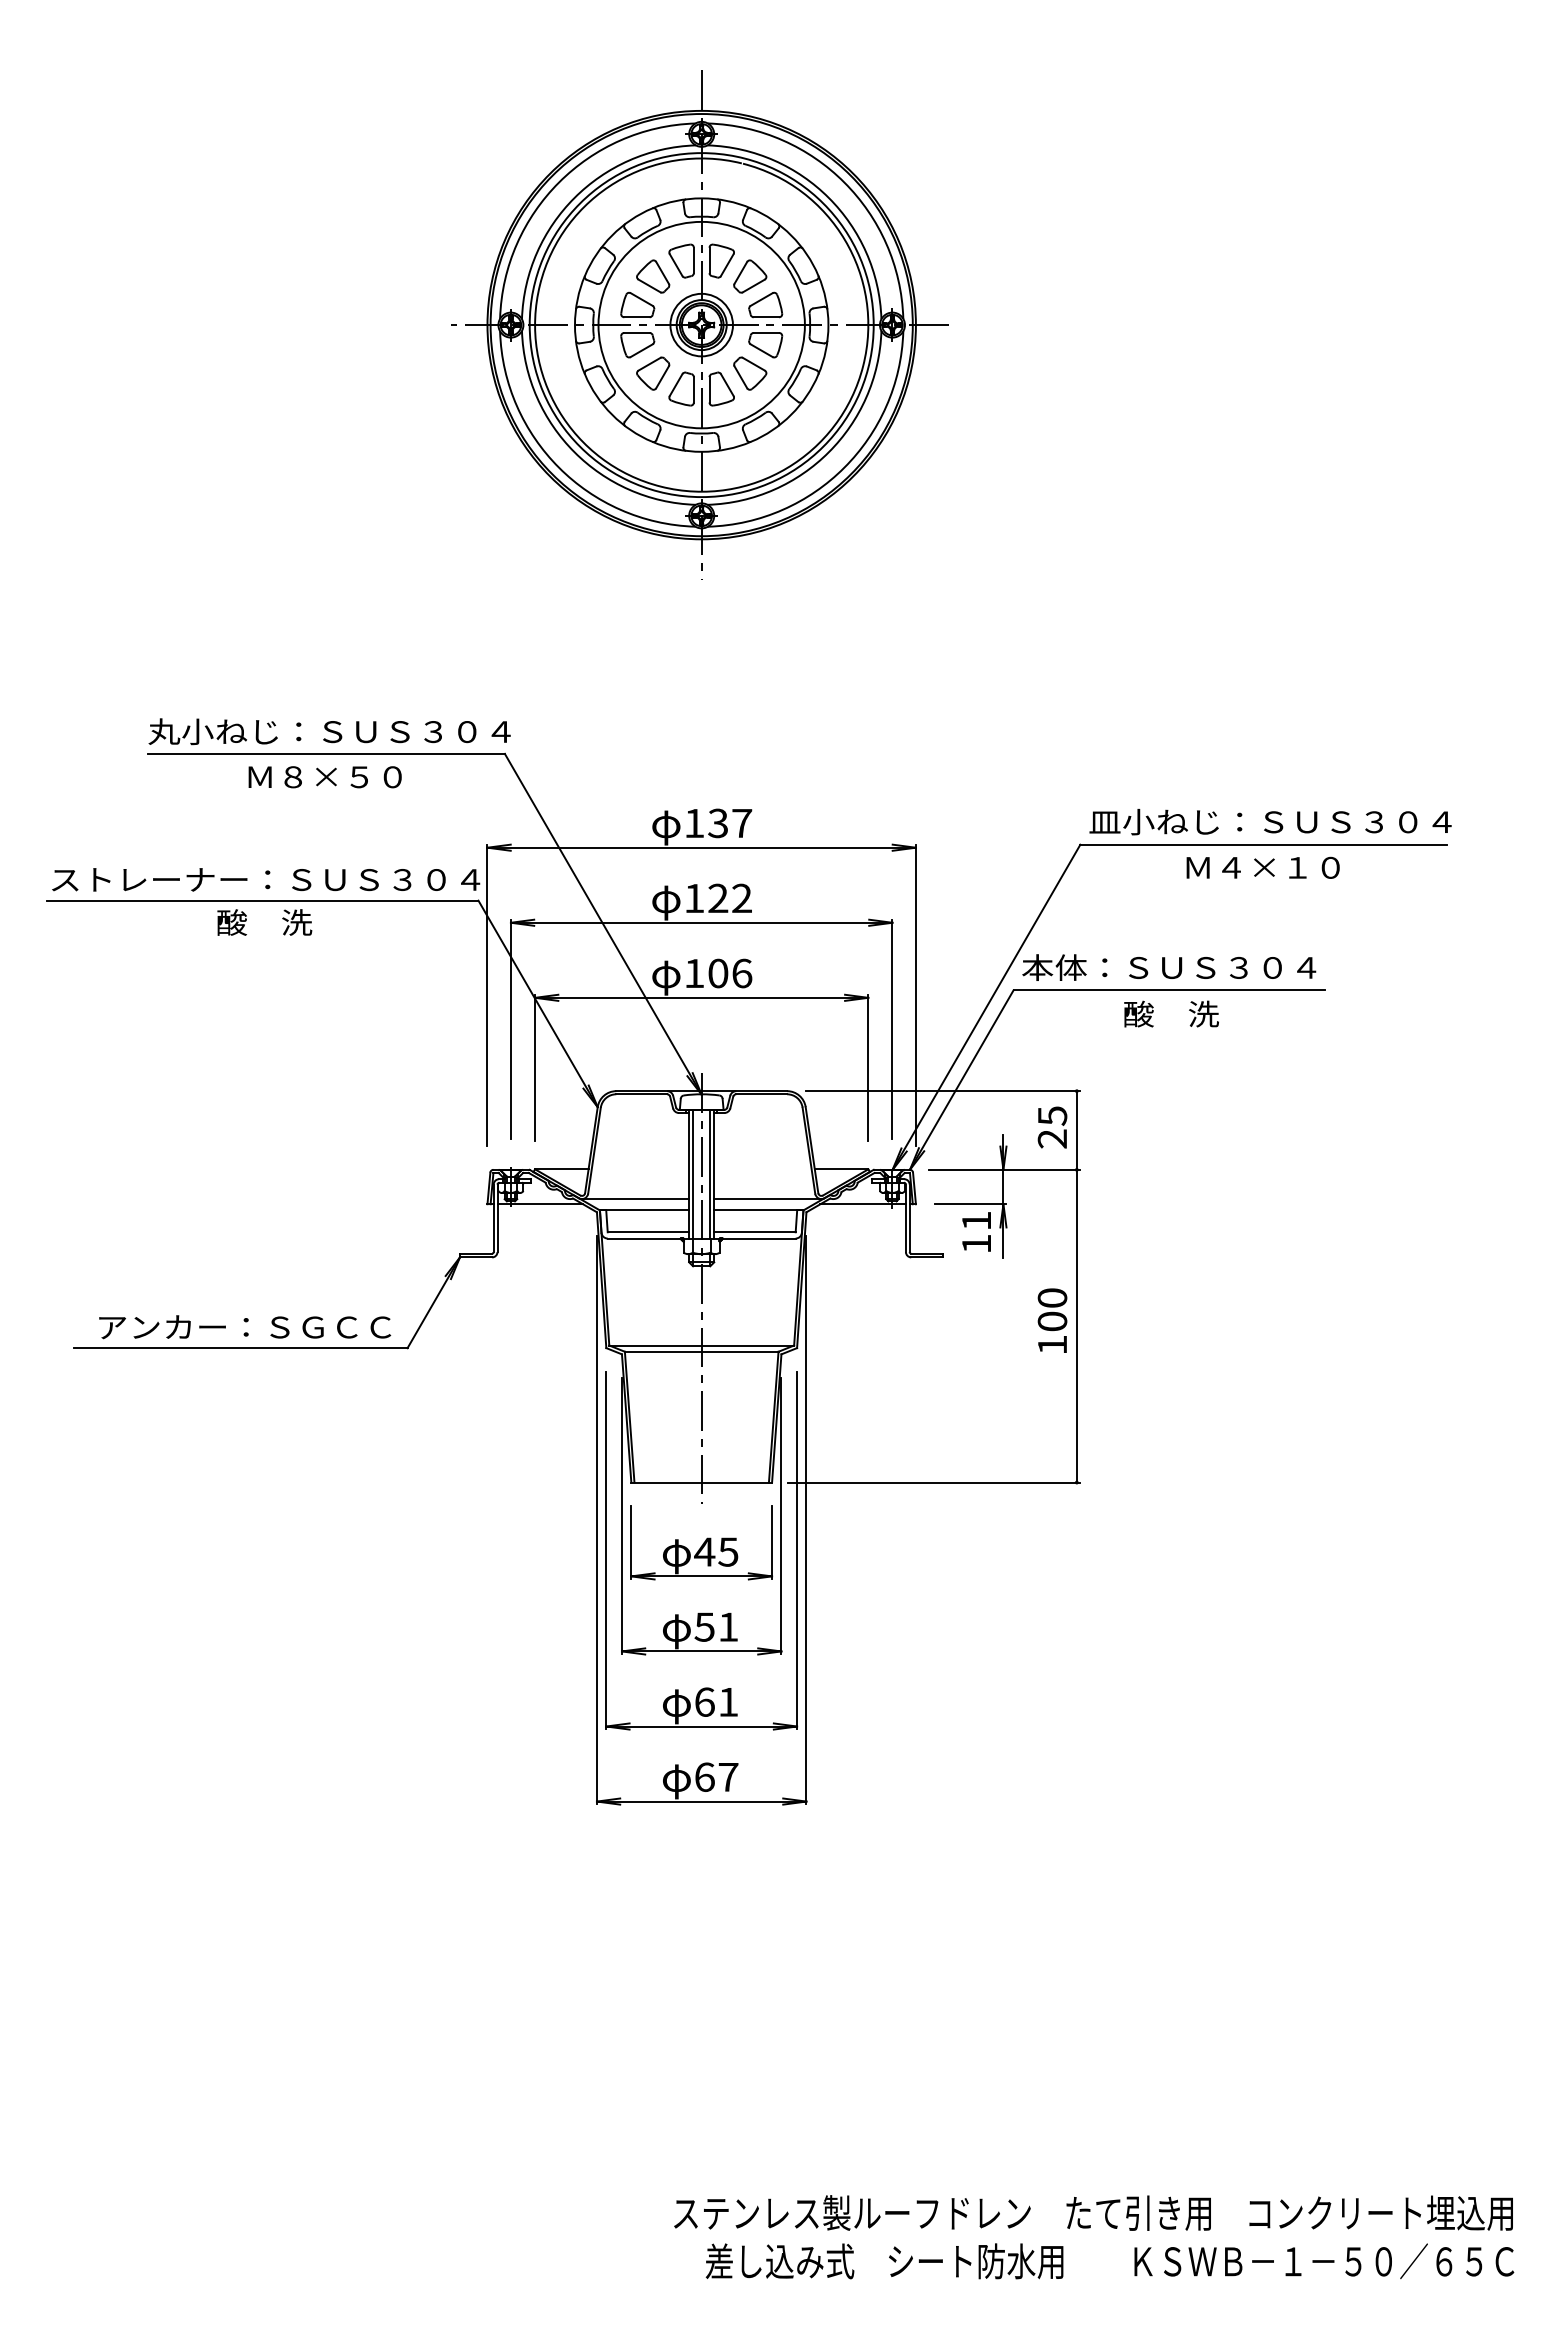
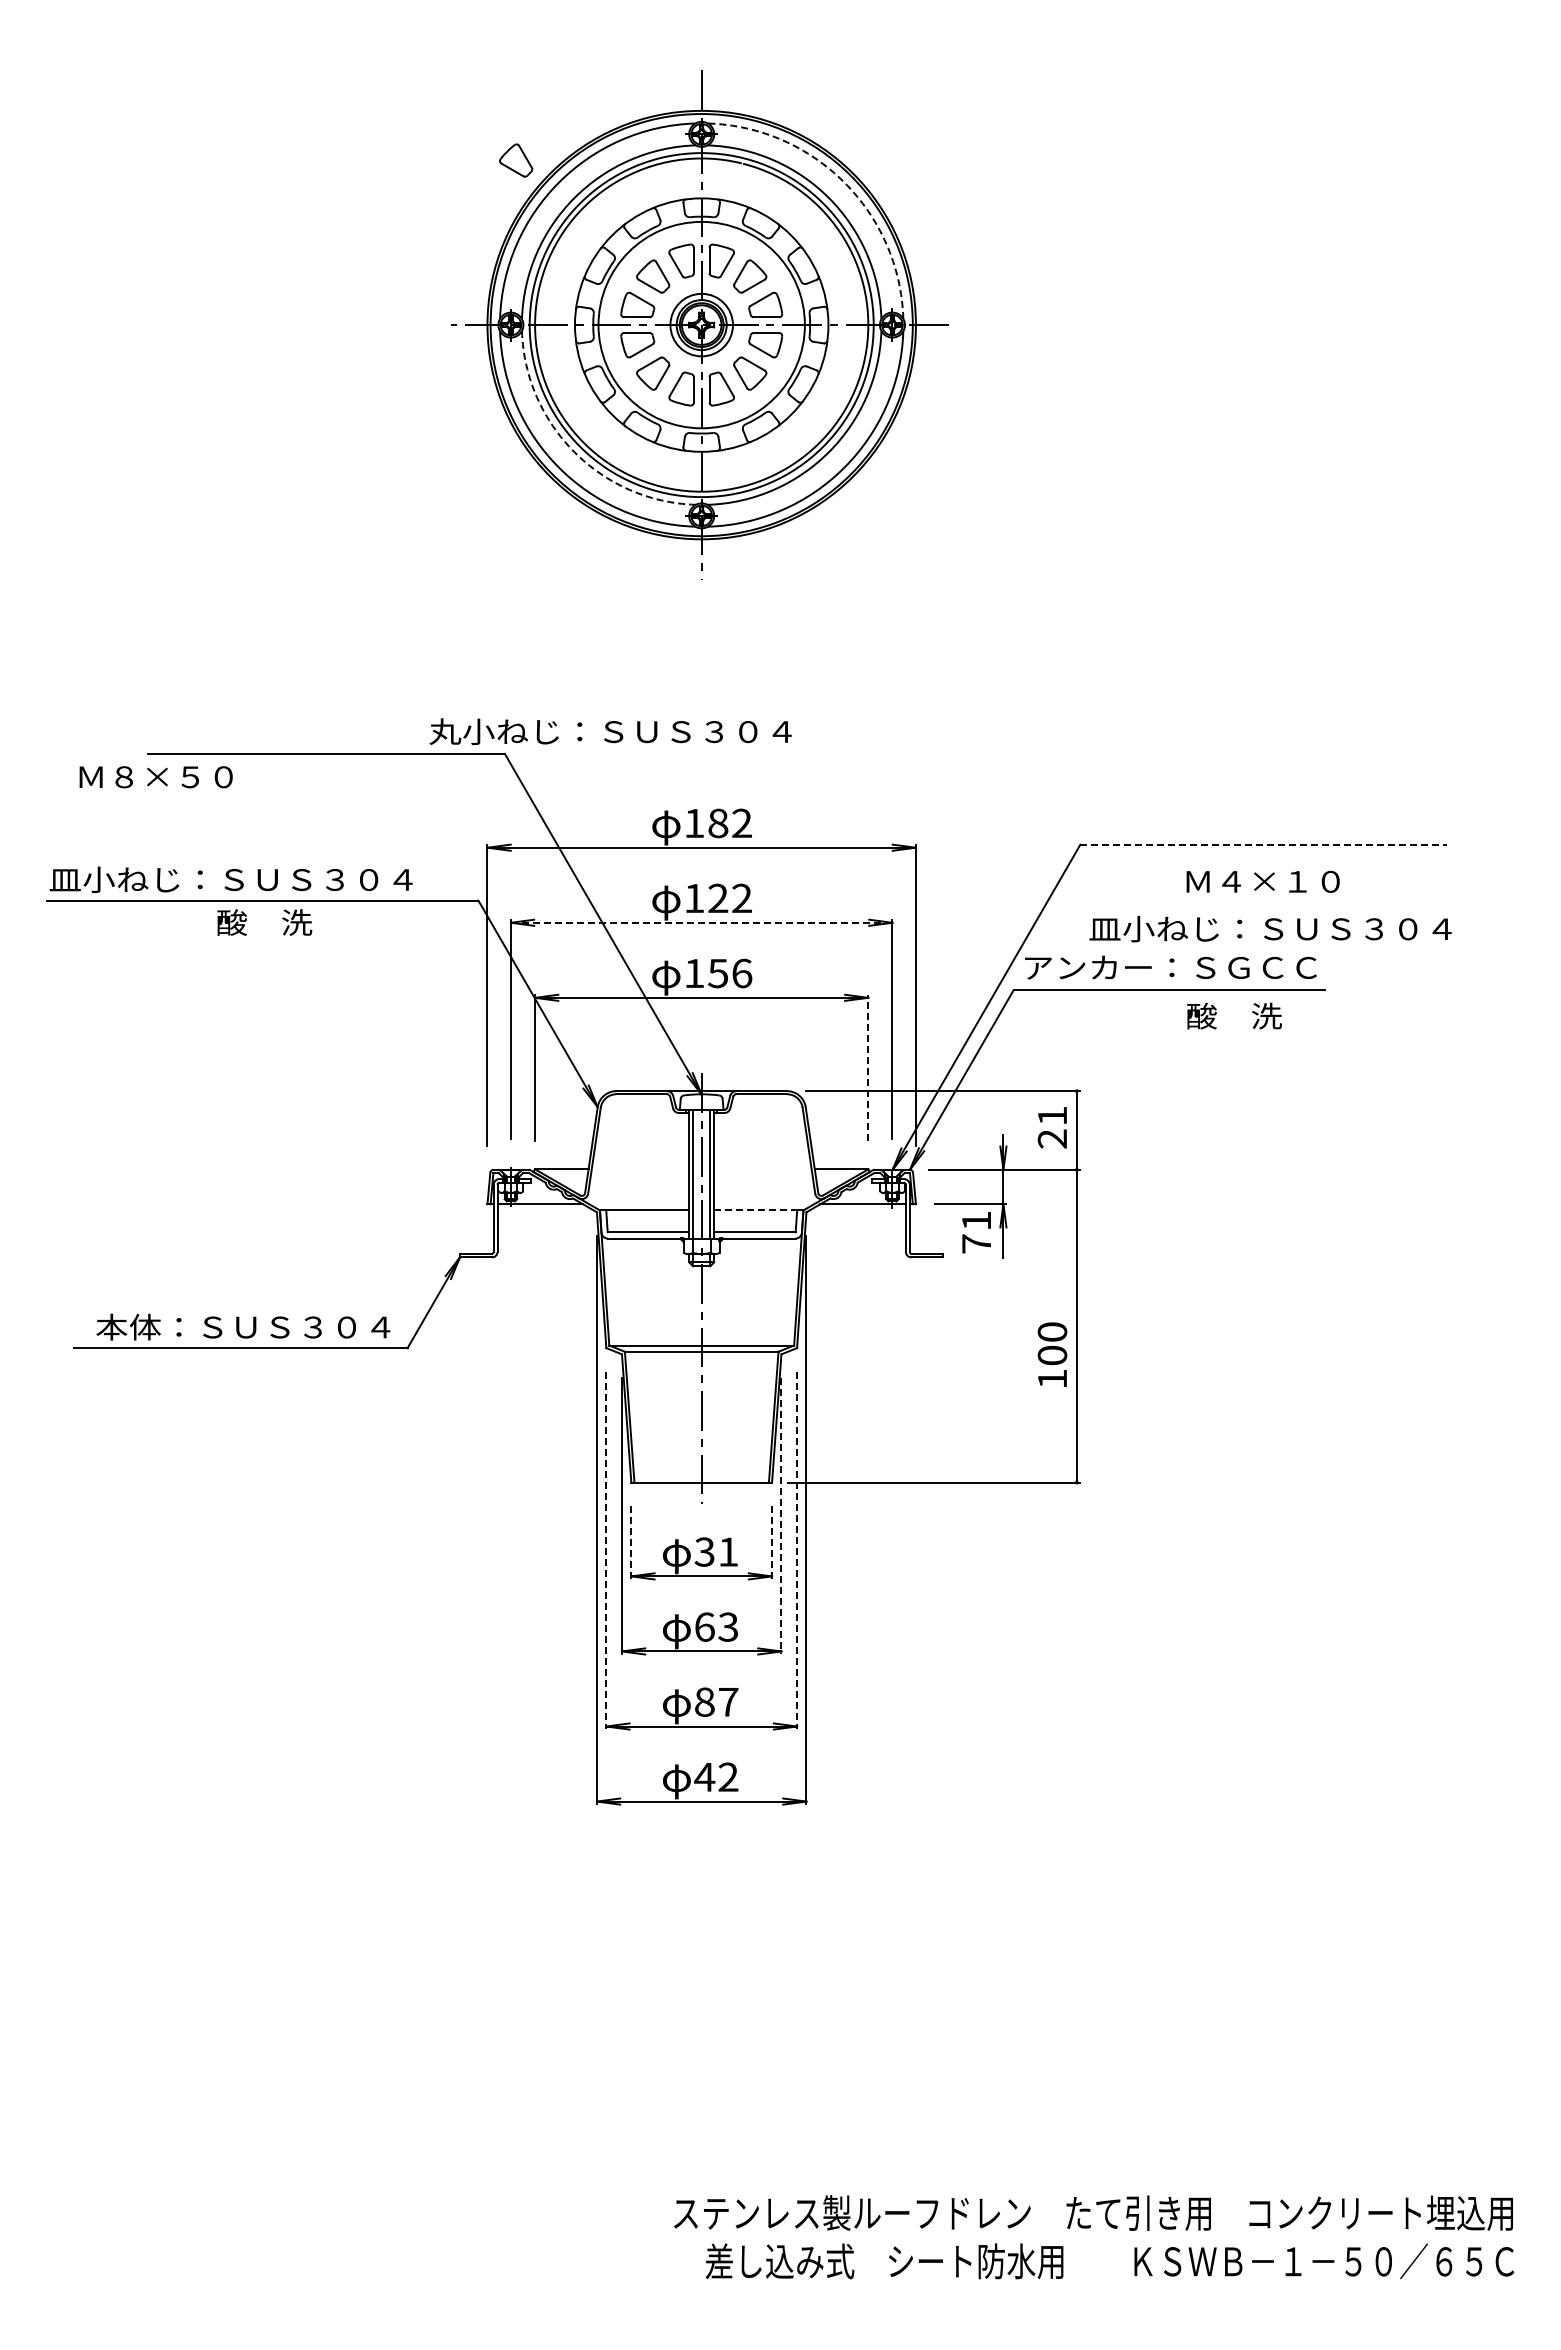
part at (516, 160): none -> present
arc at (844, 182): solid -> dashed
arc at (574, 452): solid -> dashed
text at (329, 731) position: (329, 731) -> (610, 731)
text at (324, 777) position: (324, 777) -> (155, 777)
text at (1270, 822) position: (1270, 822) -> (1270, 929)
text at (730, 823): 137 -> 182
line at (1264, 844): solid -> dashed
text at (1262, 867) position: (1262, 867) -> (1262, 881)
text at (264, 879): ストレーナー：ＳＵＳ３０４ -> 皿小ねじ：ＳＵＳ３０４
line at (701, 922): solid -> dashed
text at (1169, 967): 本体：ＳＵＳ３０４ -> アンカー：ＳＧＣＣ
text at (718, 973): 106 -> 156
text at (1171, 1013) position: (1171, 1013) -> (1234, 1015)
line at (868, 1067): solid -> dashed
text at (1052, 1115): 25 -> 21
line at (635, 1199): present -> none
line at (767, 1199): present -> none
line at (758, 1210): solid -> dashed
text at (976, 1243): 11 -> 71
text at (1052, 1320) position: (1052, 1320) -> (1052, 1354)
text at (243, 1326): アンカー：ＳＧＣＣ -> 本体：ＳＵＳ３０４
line at (781, 1516): solid -> dashed
line at (631, 1542): solid -> dashed
line at (772, 1542): solid -> dashed
line at (606, 1550): solid -> dashed
line at (797, 1550): solid -> dashed
text at (716, 1551): 45 -> 31
text at (715, 1626): 51 -> 63
text at (716, 1701): 61 -> 87
text at (716, 1776): 67 -> 42
